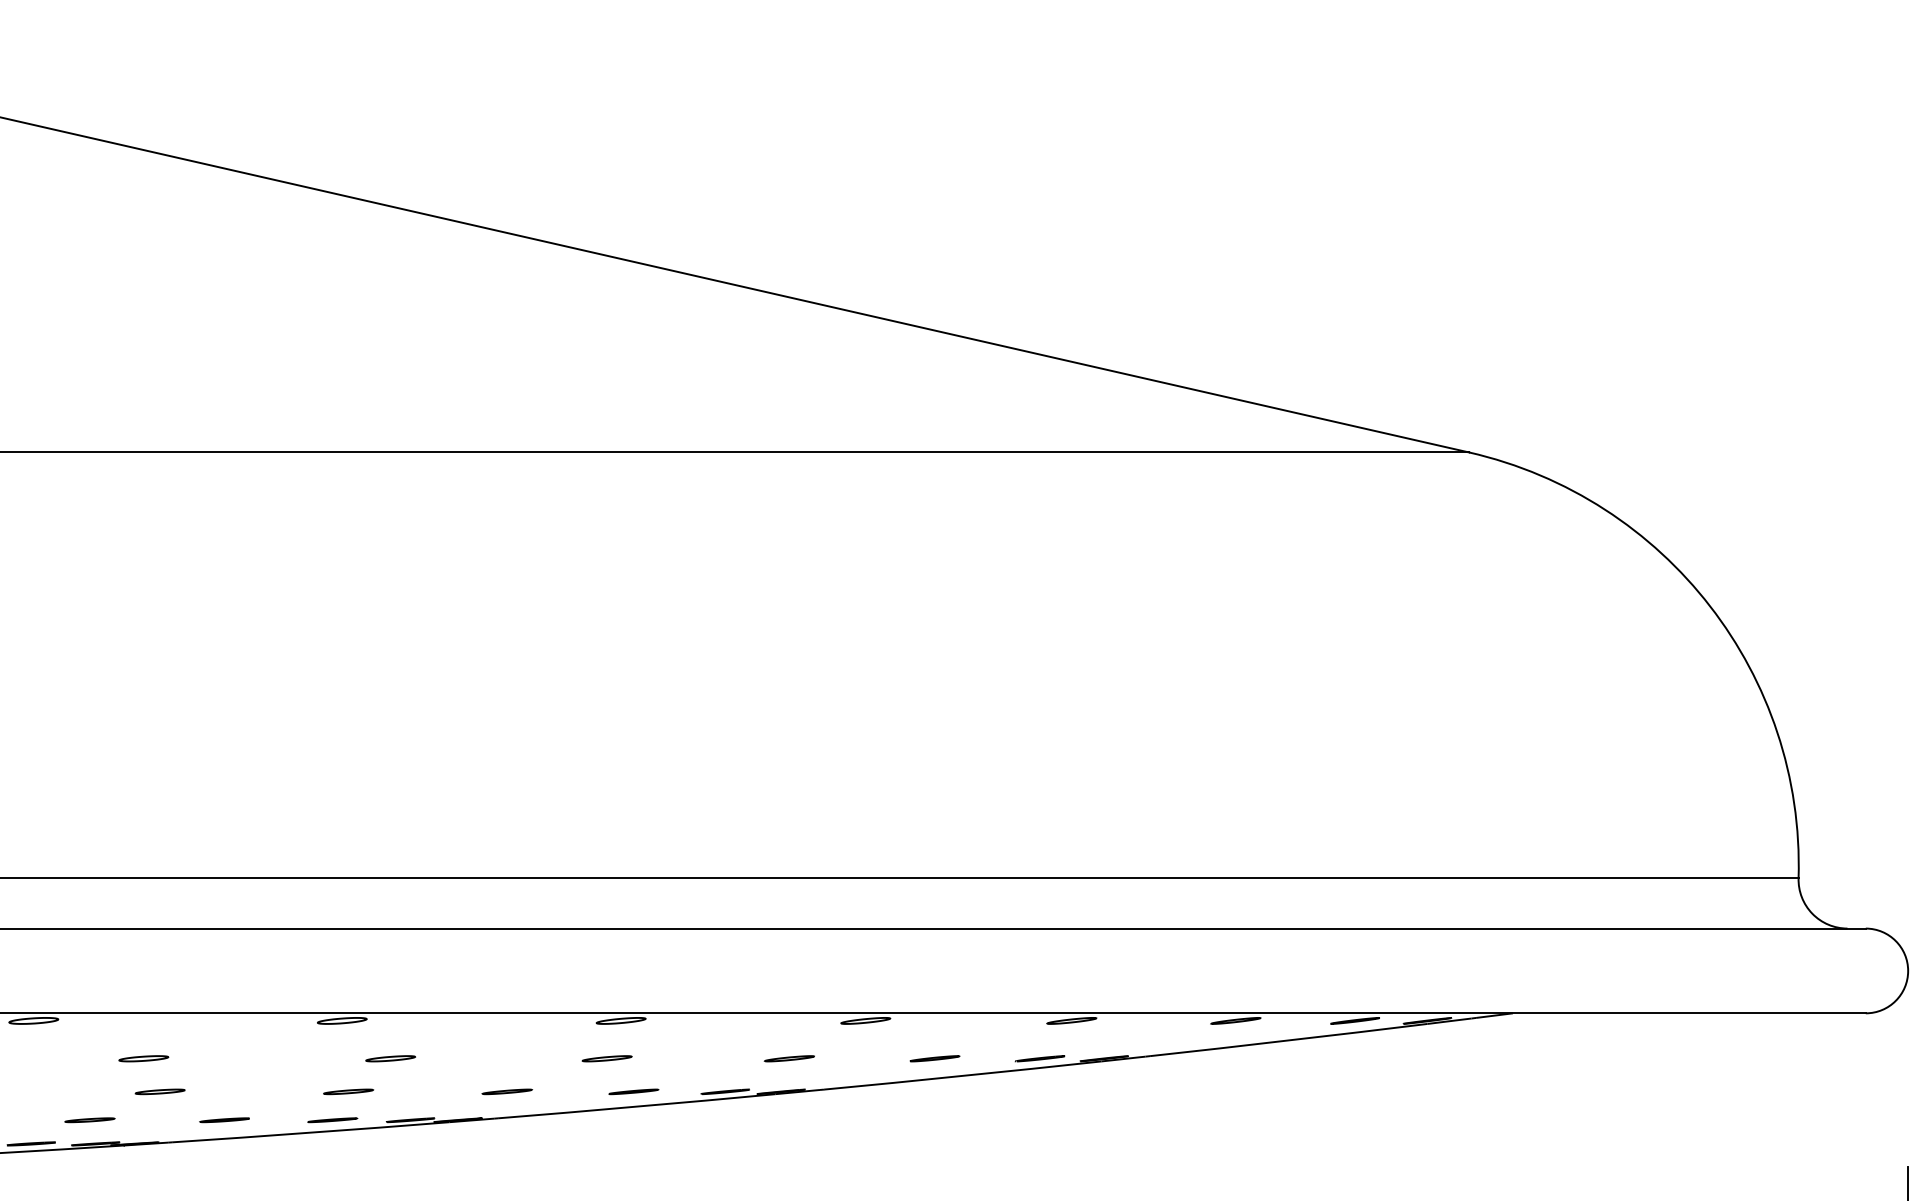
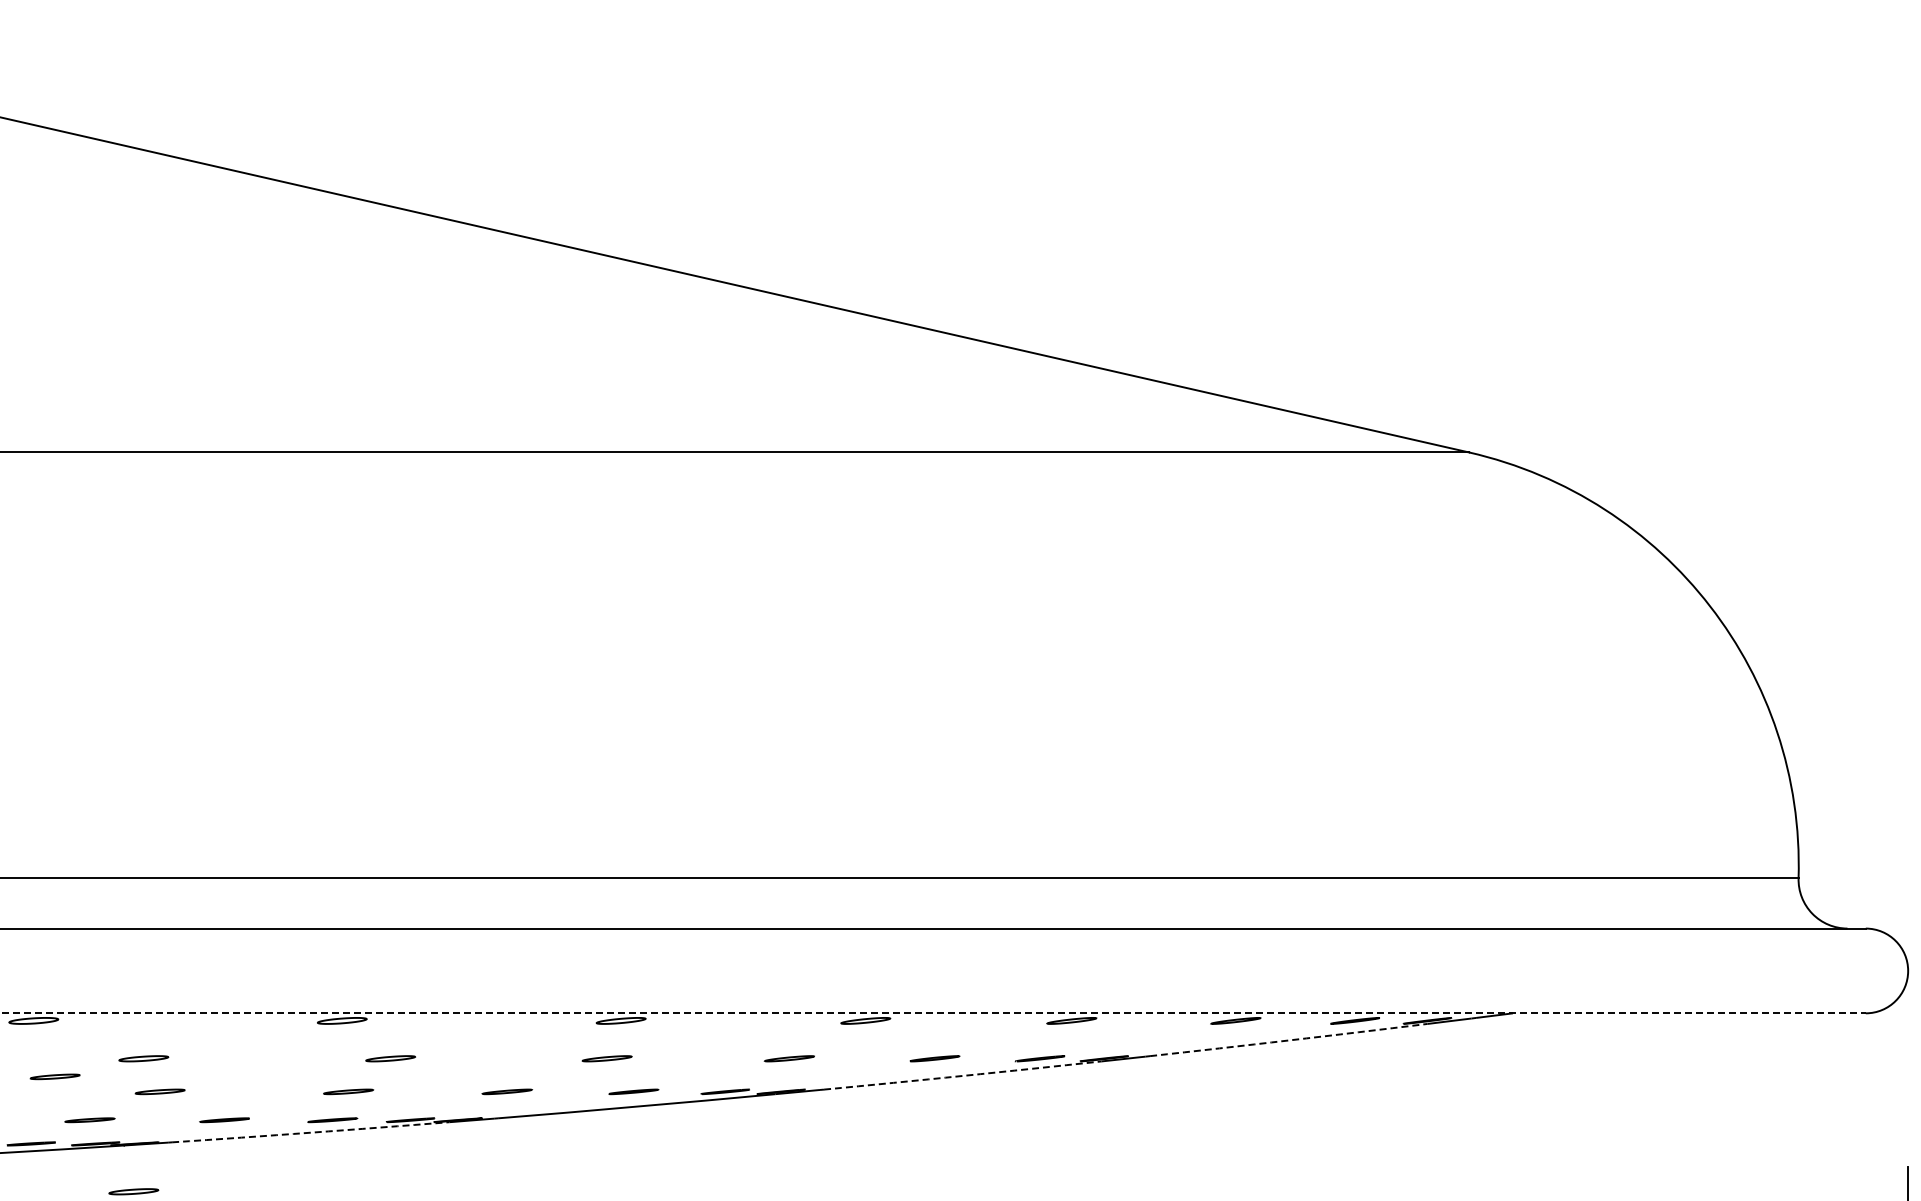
line at (933, 1013): solid -> dashed
arc at (1288, 1040): solid -> dashed
arc at (962, 1075): solid -> dashed
part at (54, 1076): none -> present
arc at (310, 1132): solid -> dashed
part at (133, 1191): none -> present
